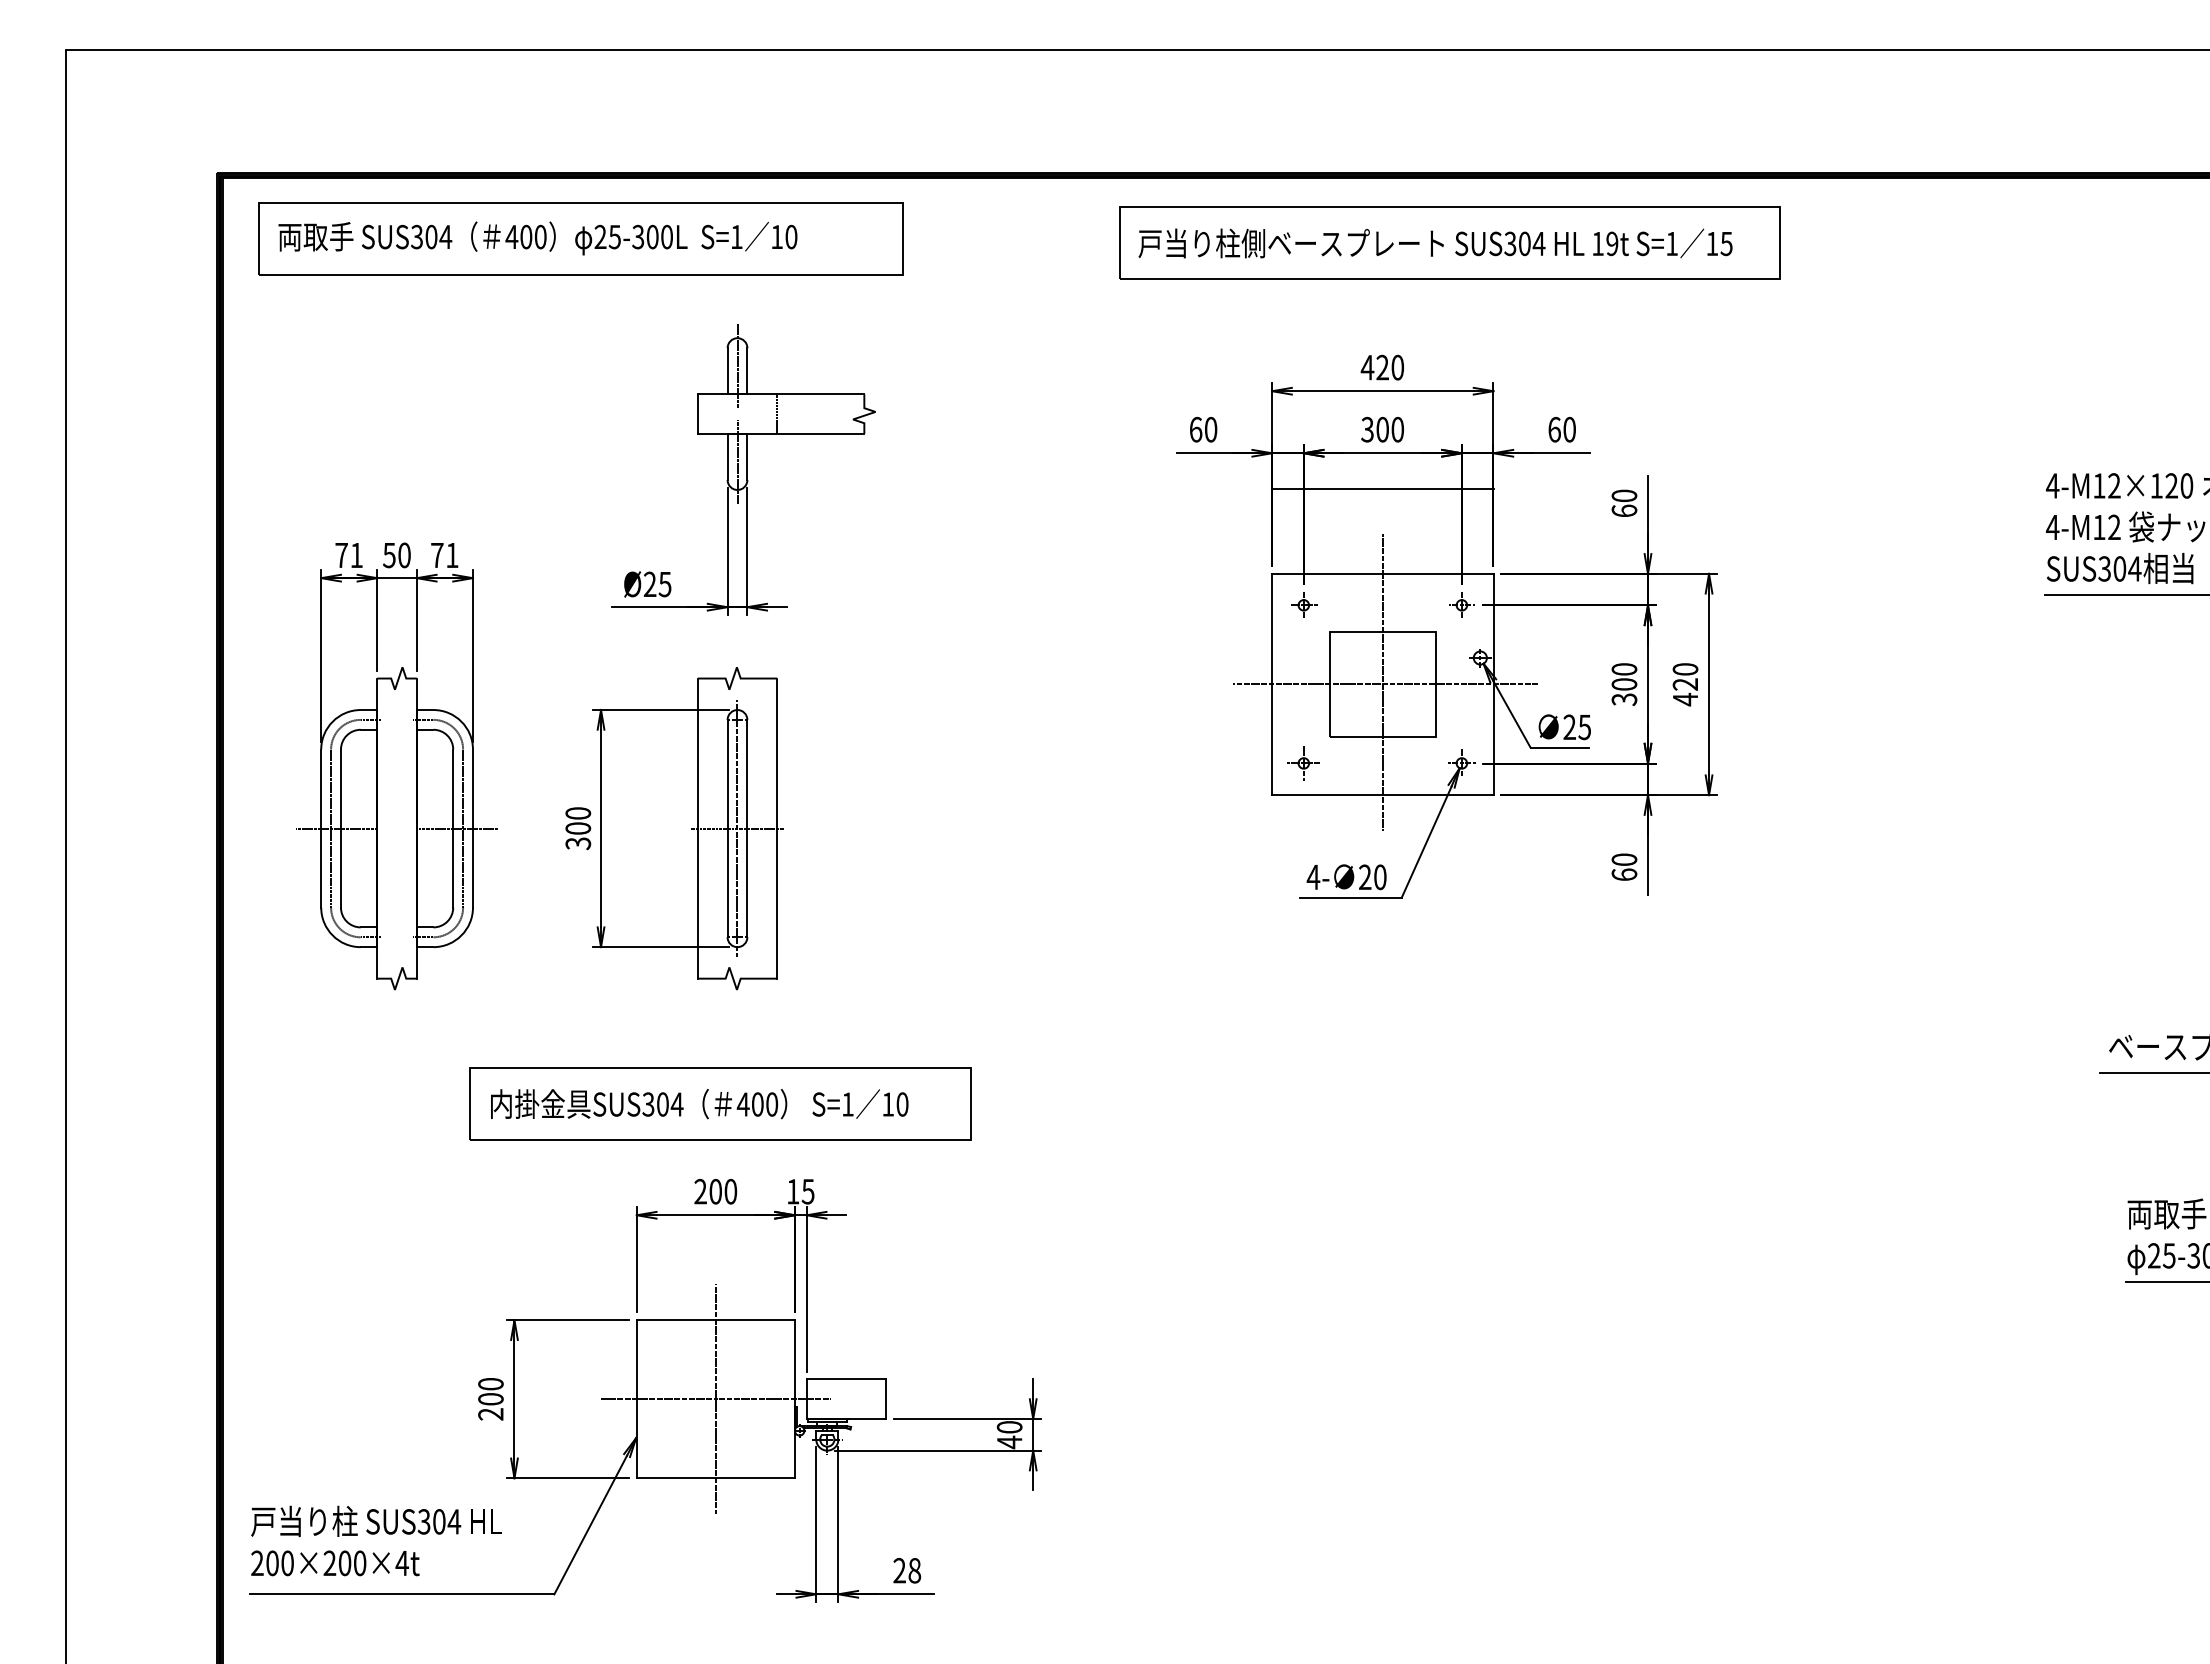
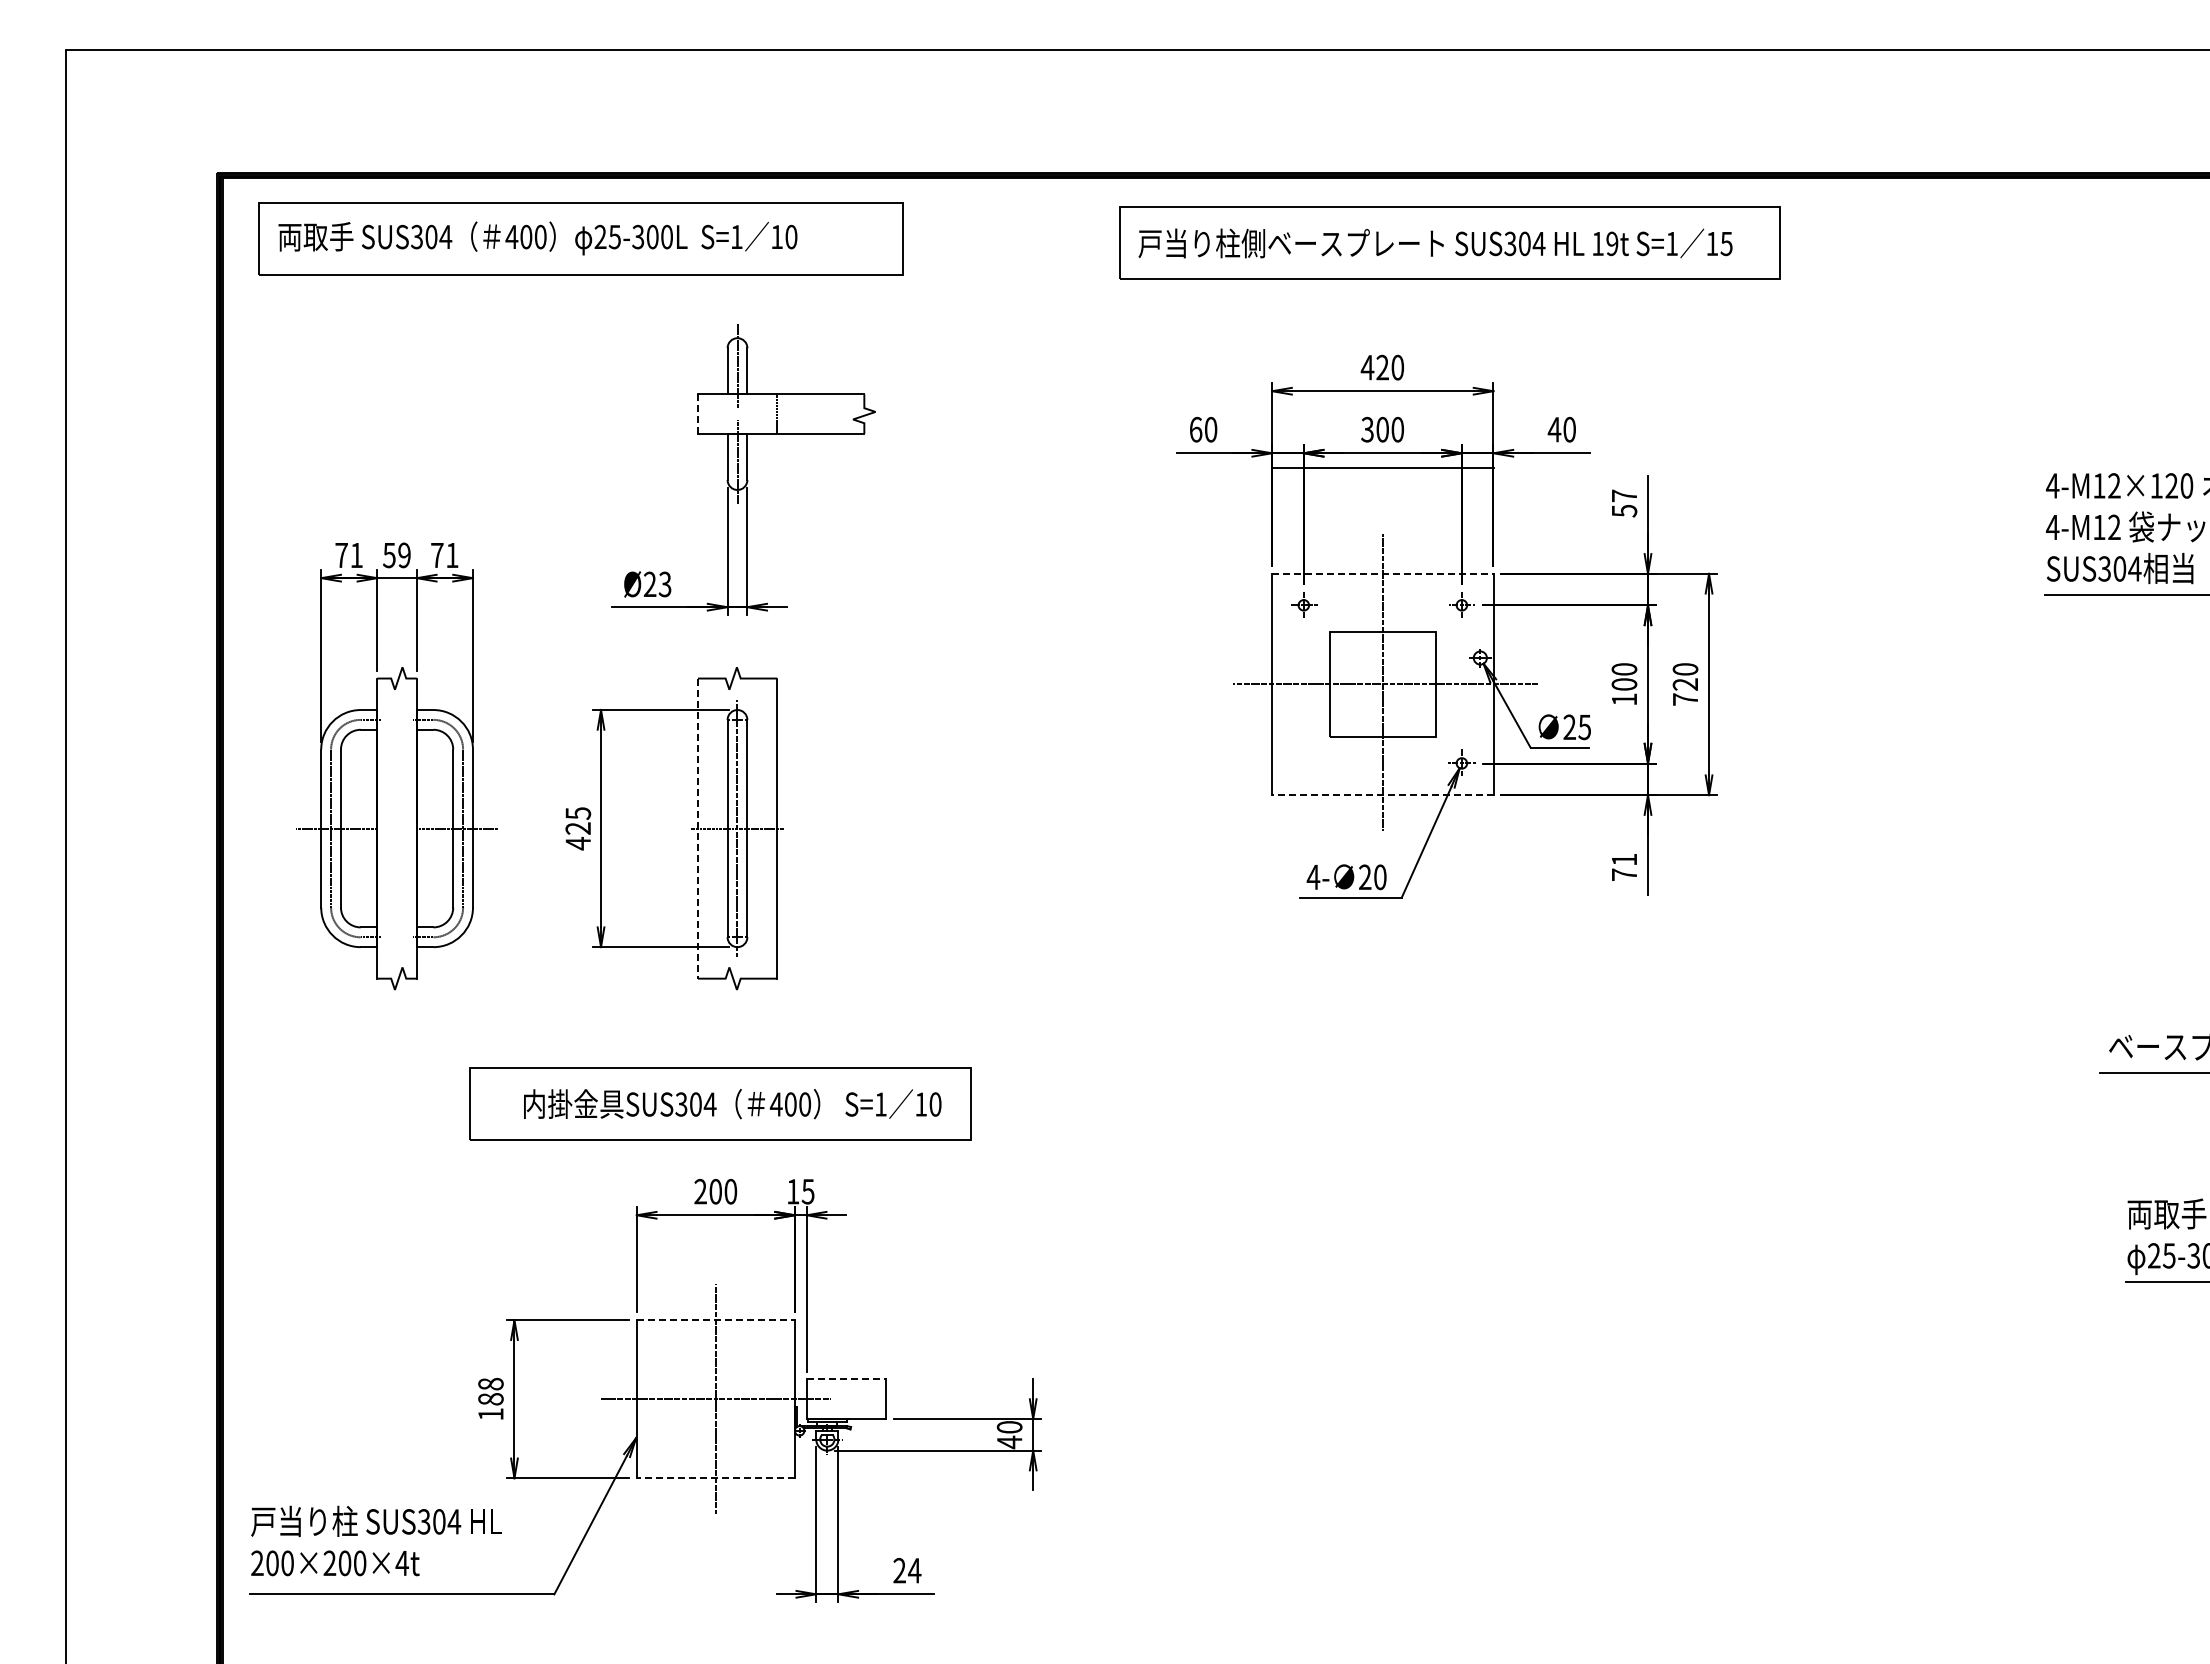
line at (697, 414): solid -> dashed
text at (1554, 429): 60 -> 40
line at (1382, 489) position: (1382, 489) -> (1382, 468)
text at (1624, 503): 60 -> 57
text at (404, 555): 50 -> 59
line at (1382, 573): solid -> dashed
text at (665, 583): Ø25 -> Ø23
text at (1624, 699): 300 -> 100
text at (1685, 699): 420 -> 720
part at (1303, 763): present -> none
line at (1382, 795): solid -> dashed
text at (578, 828): 300 -> 425
line at (697, 829): solid -> dashed
text at (1624, 866): 60 -> 71
text at (699, 1104) position: (699, 1104) -> (732, 1104)
line at (716, 1320): solid -> dashed
line at (846, 1379): solid -> dashed
text at (490, 1398): 200 -> 188
line at (715, 1478): solid -> dashed
text at (914, 1570): 28 -> 24
